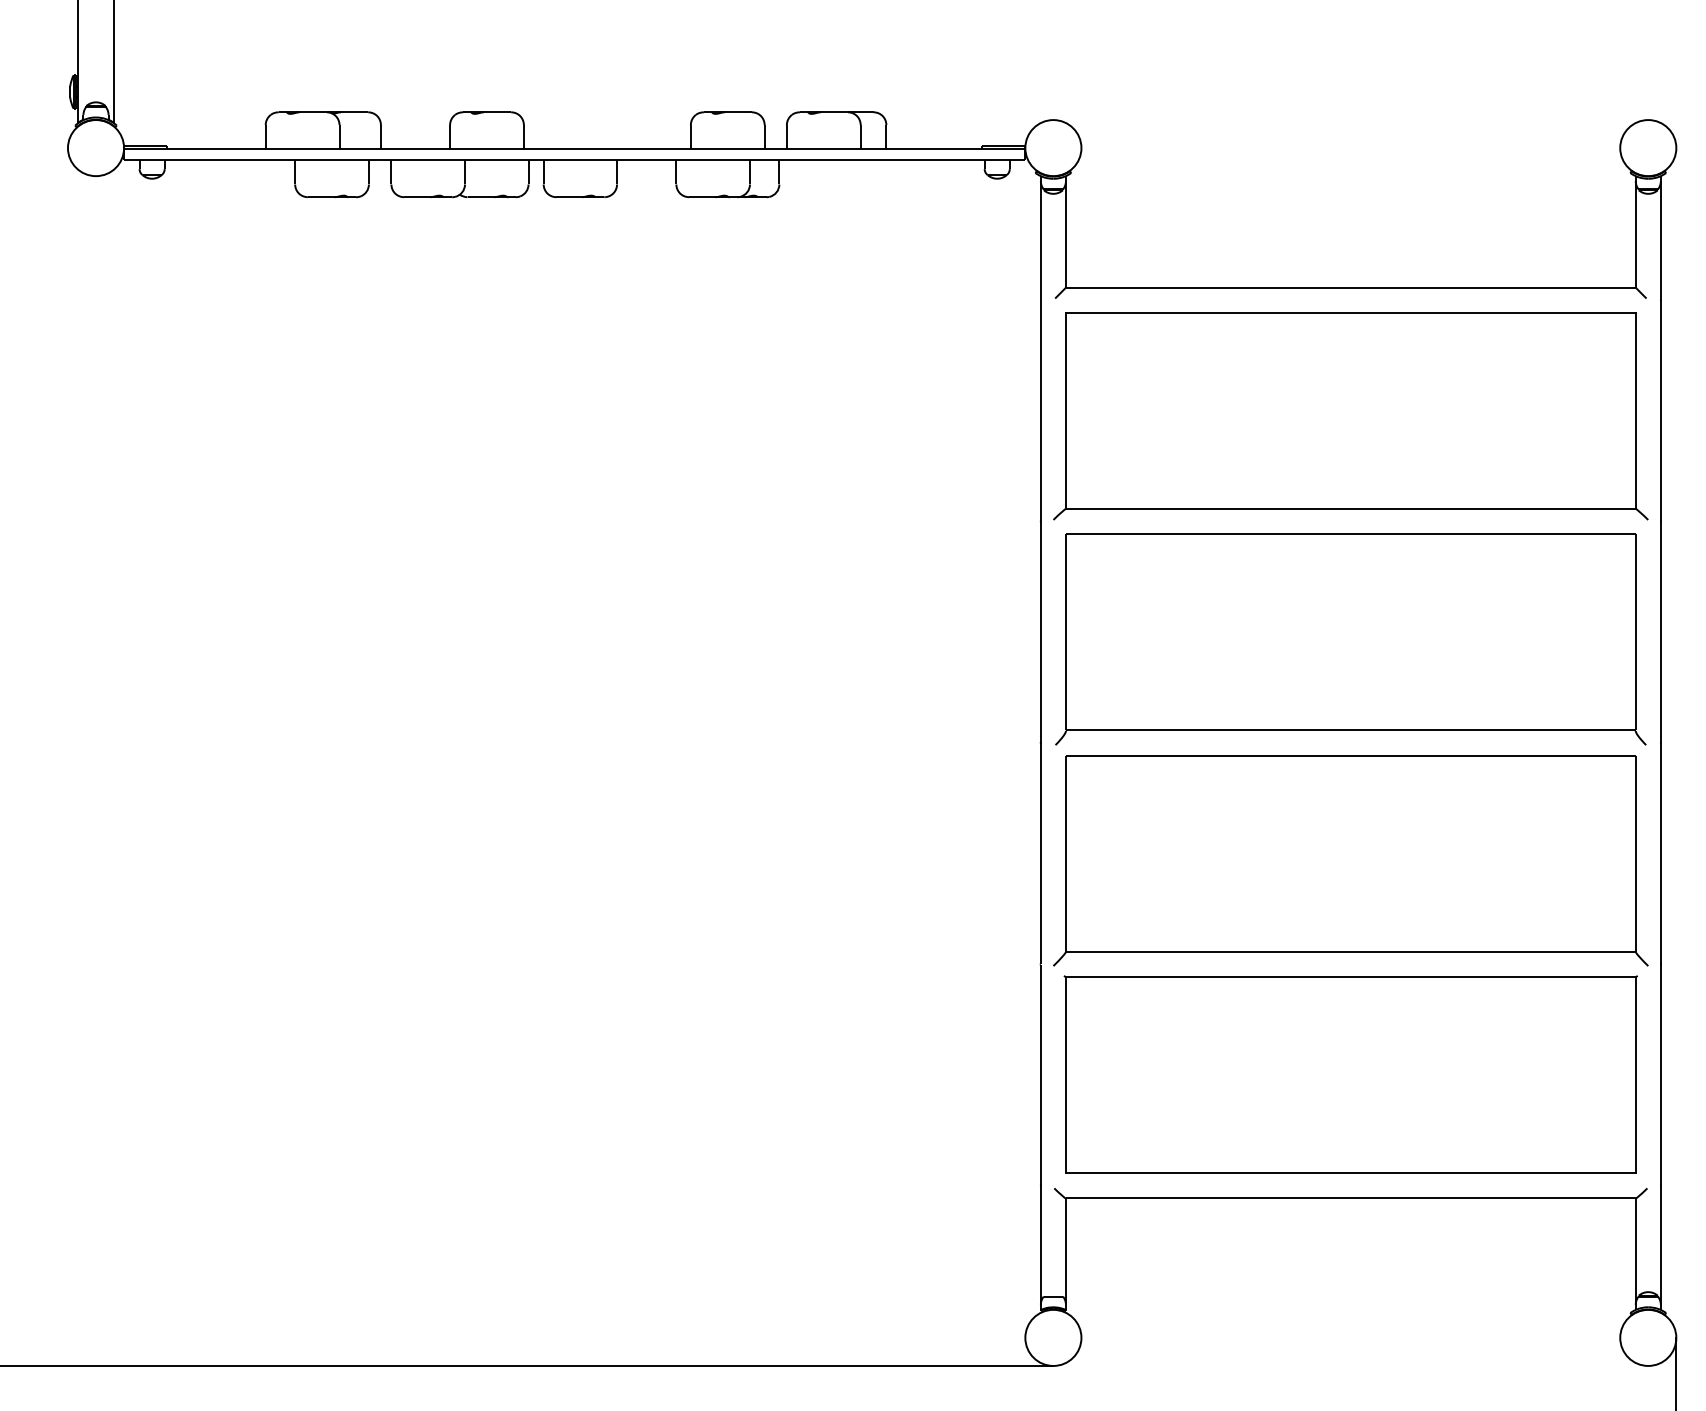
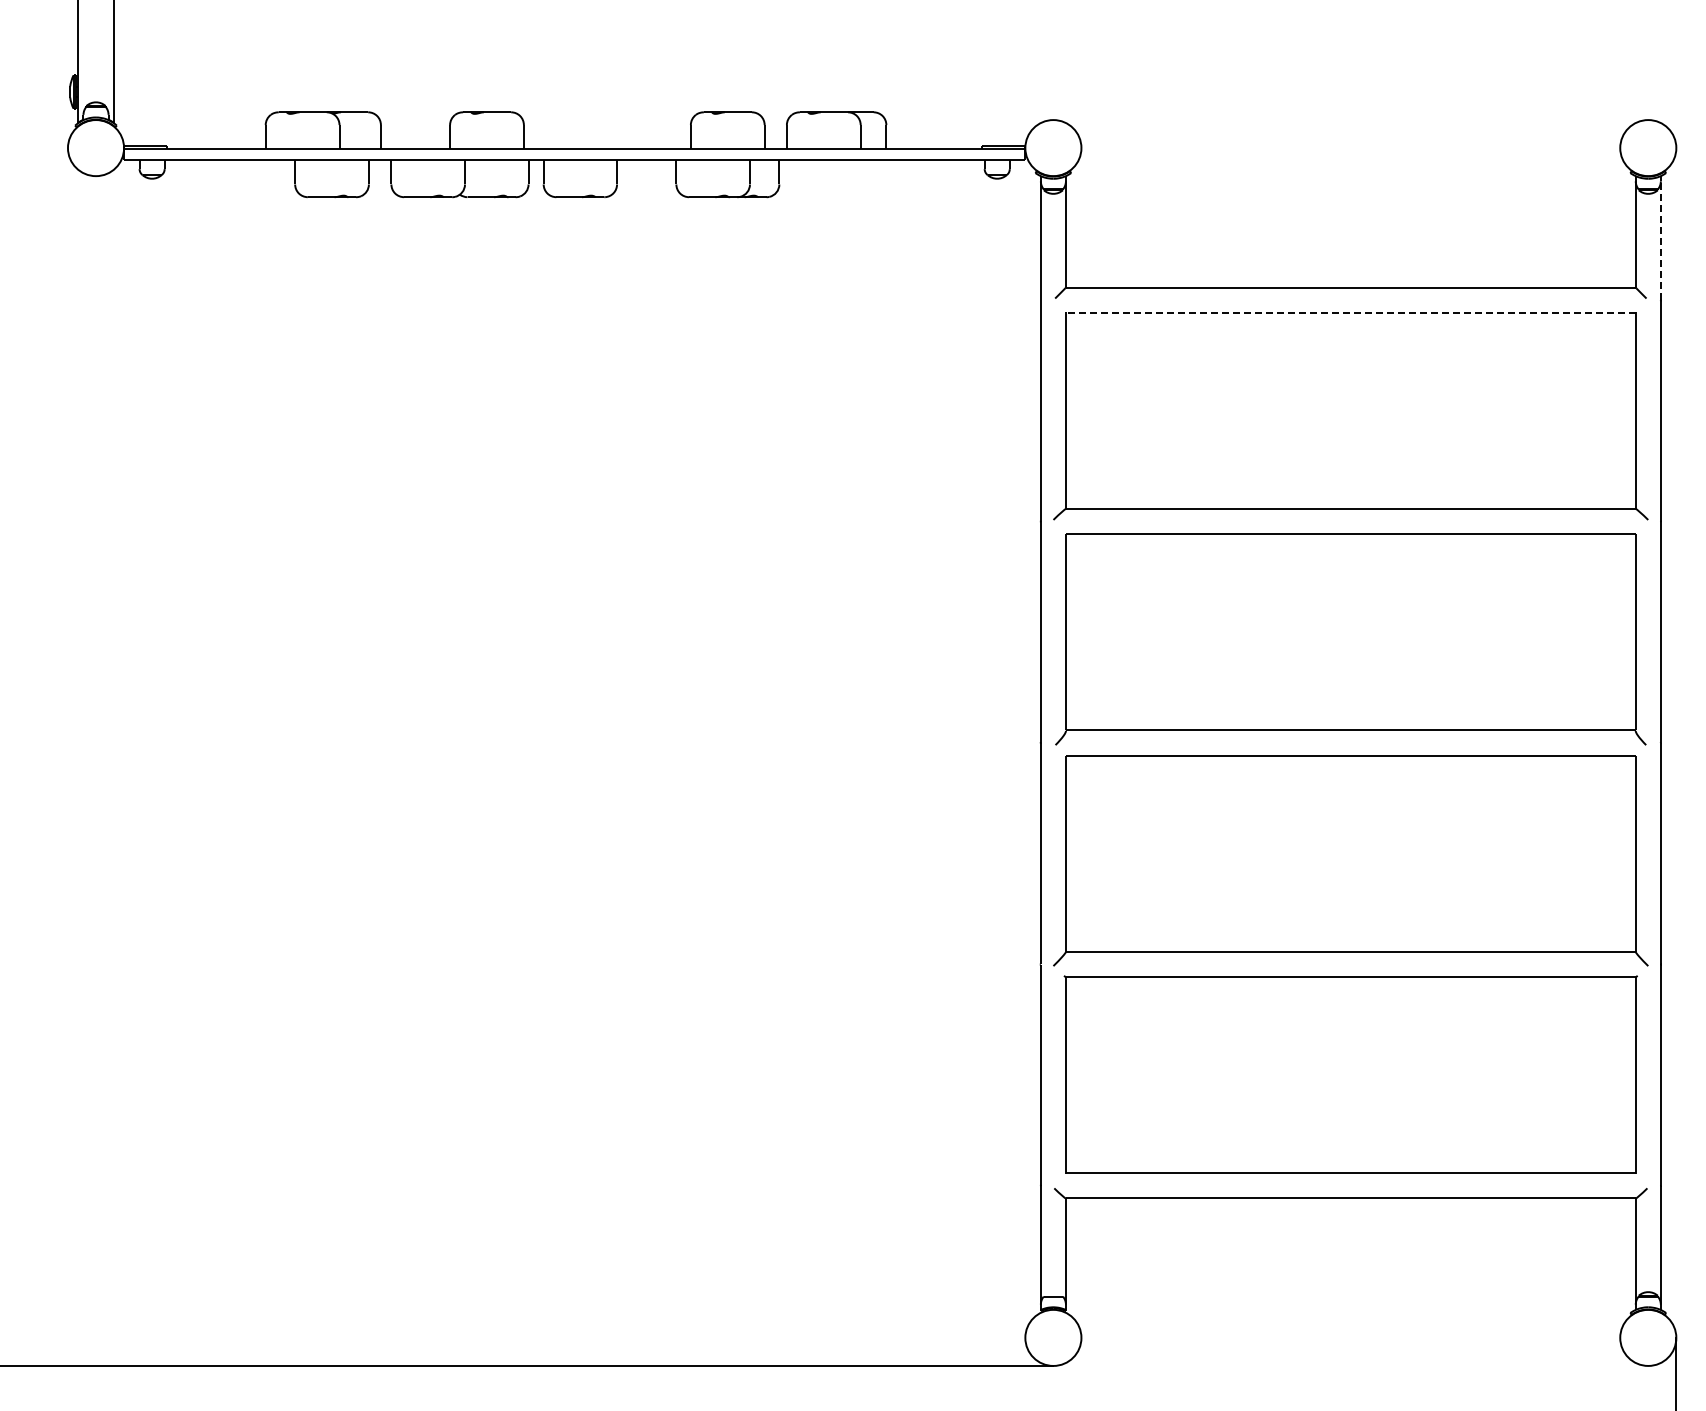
line at (1660, 240): solid -> dashed
line at (1350, 312): solid -> dashed
